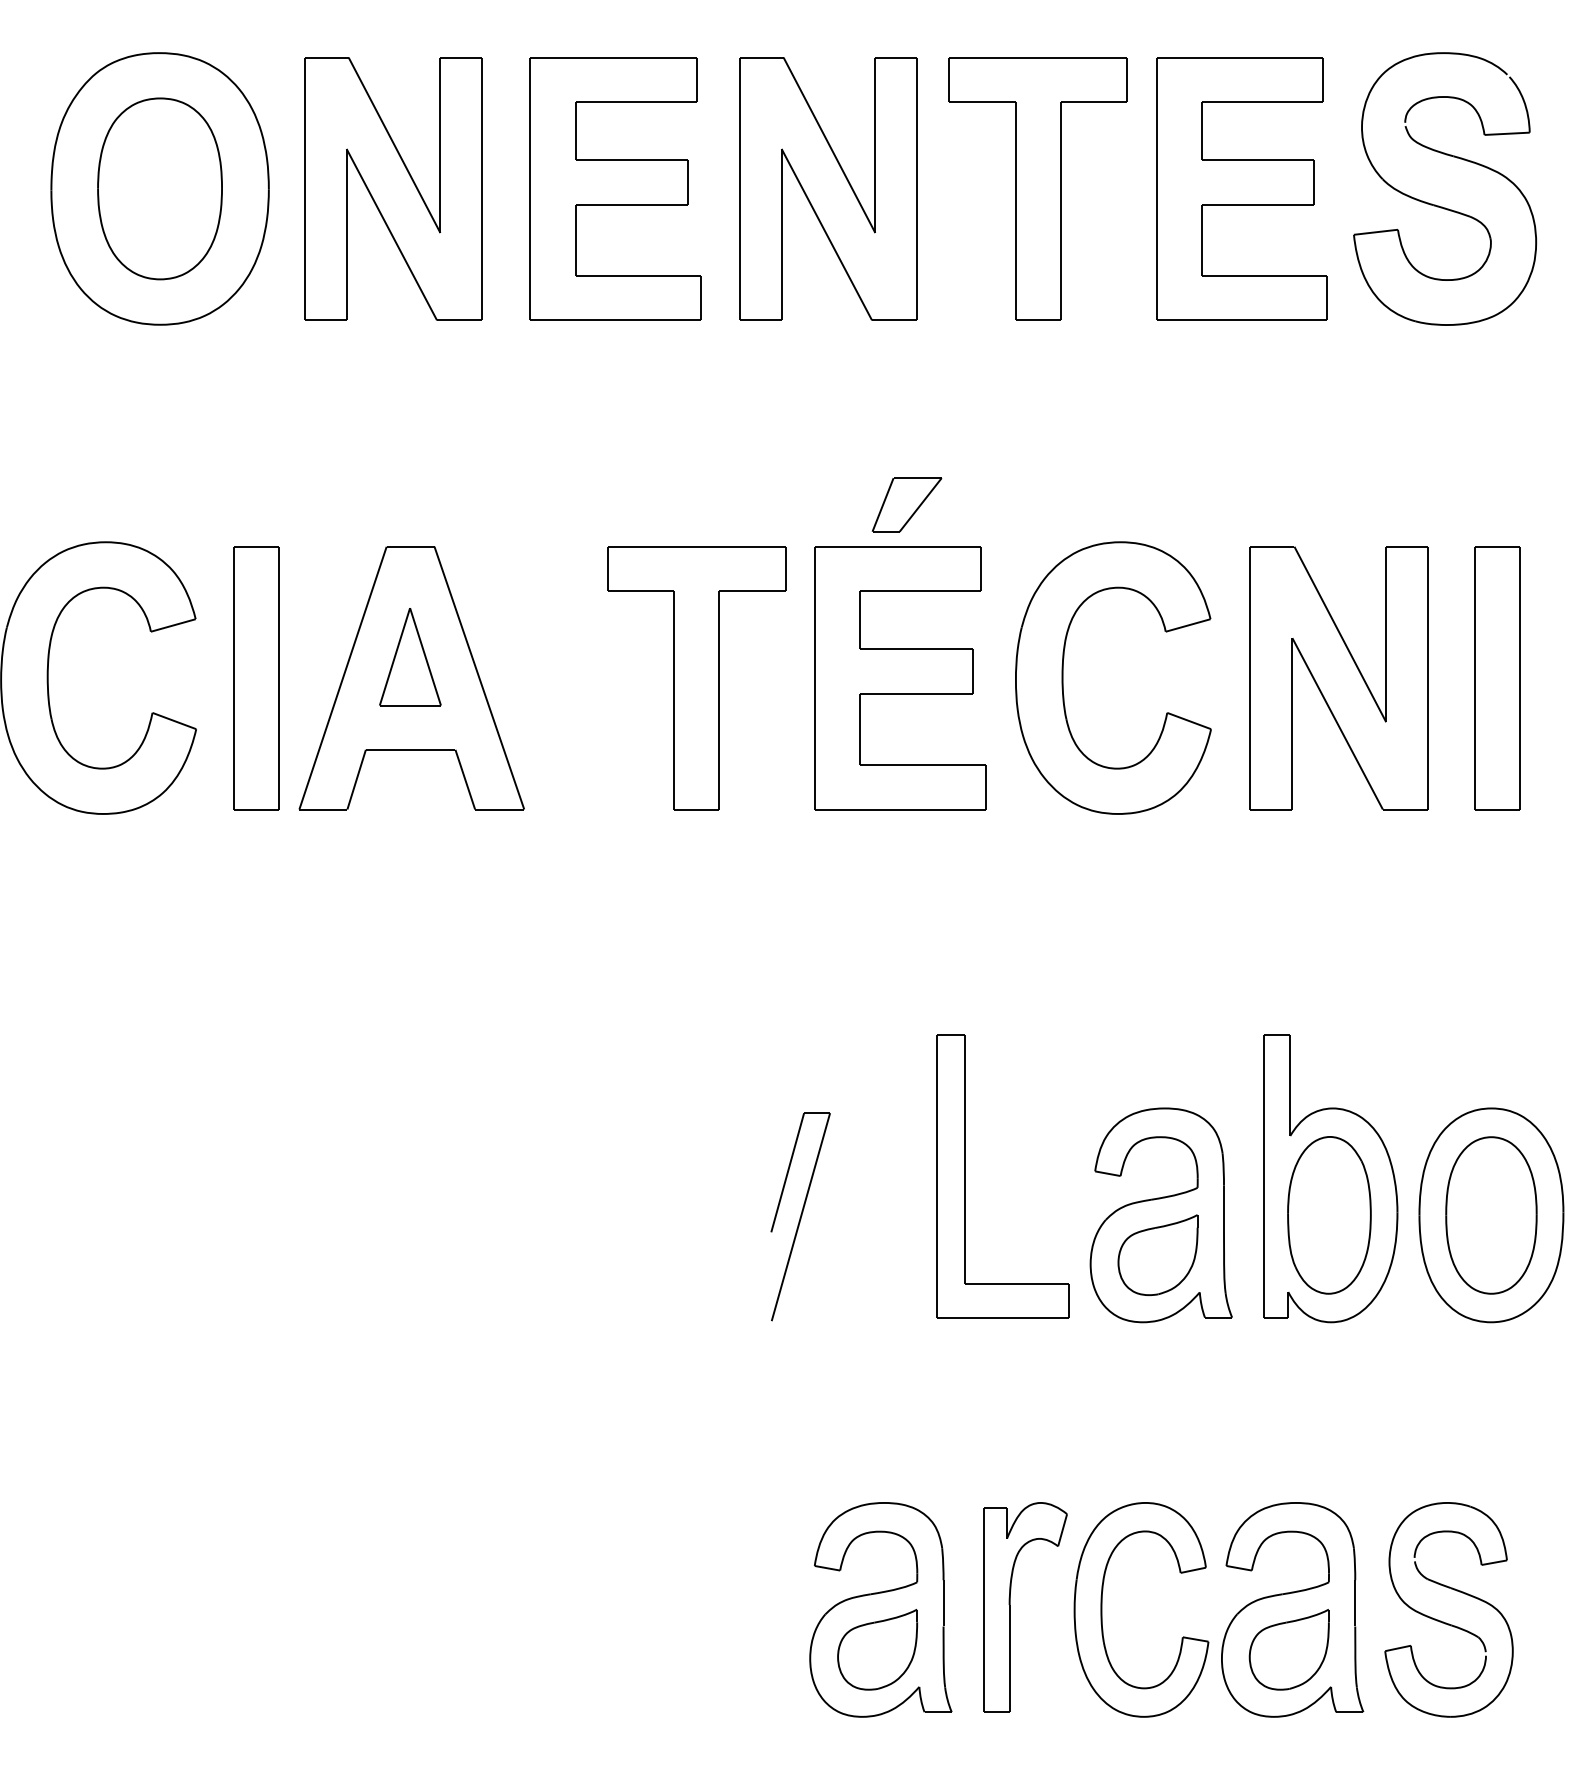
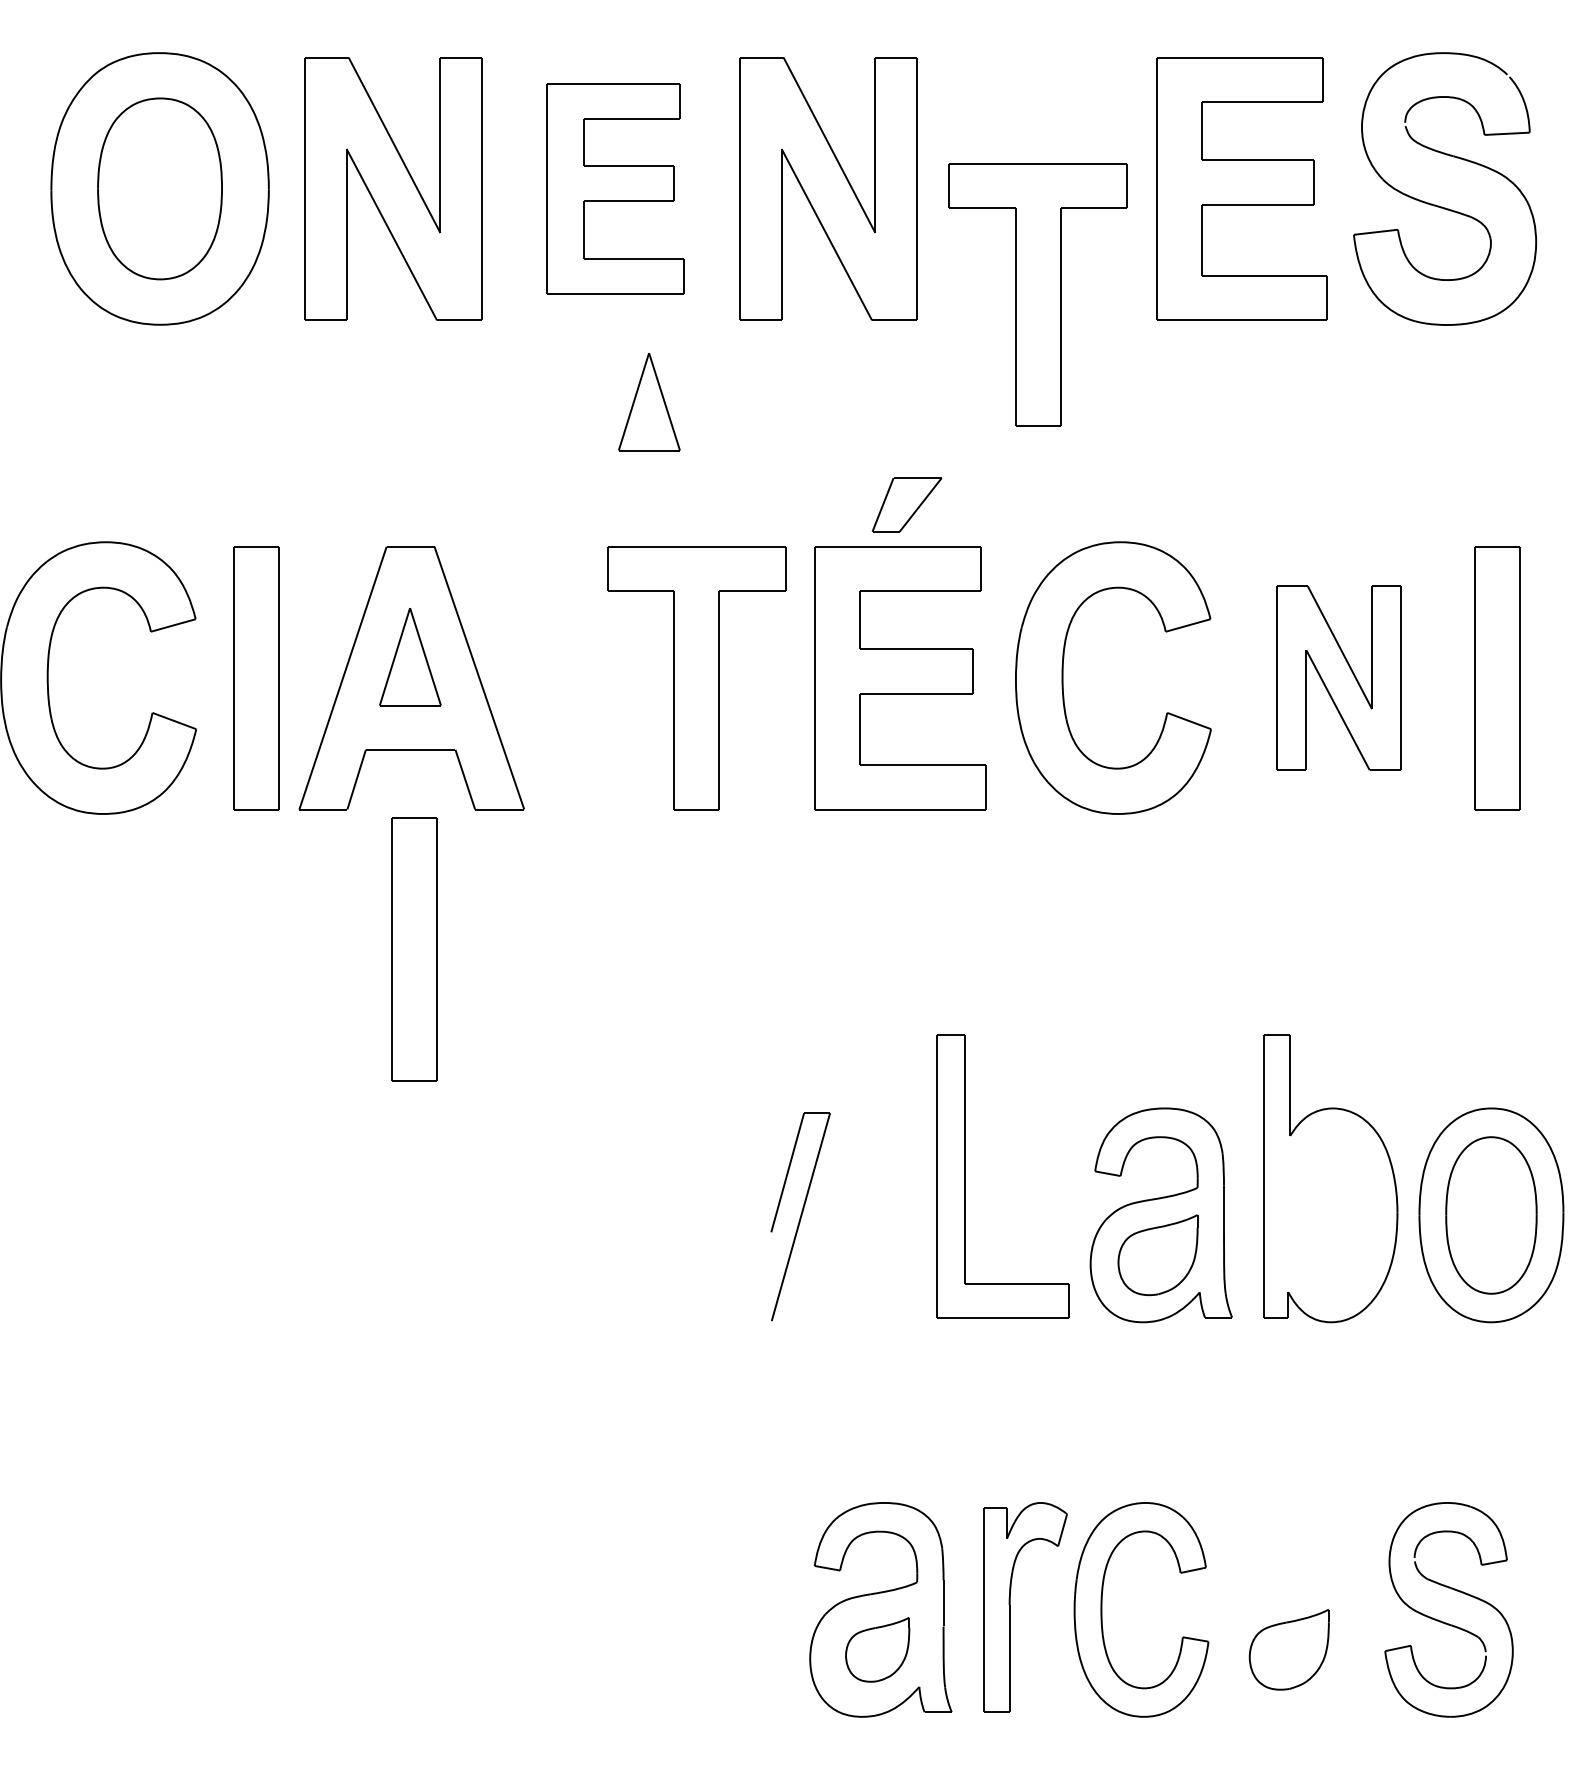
part at (615, 188) size: 173x264 px -> 139x212 px
part at (1037, 188) position: (1037, 188) -> (1037, 294)
part at (649, 402): none -> present
part at (1338, 678) size: 180x265 px -> 126x186 px
part at (414, 949): none -> present
part at (1329, 1215): present -> none
part at (1292, 1609): present -> none
part at (877, 1649) size: 82x82 px -> 66x66 px
